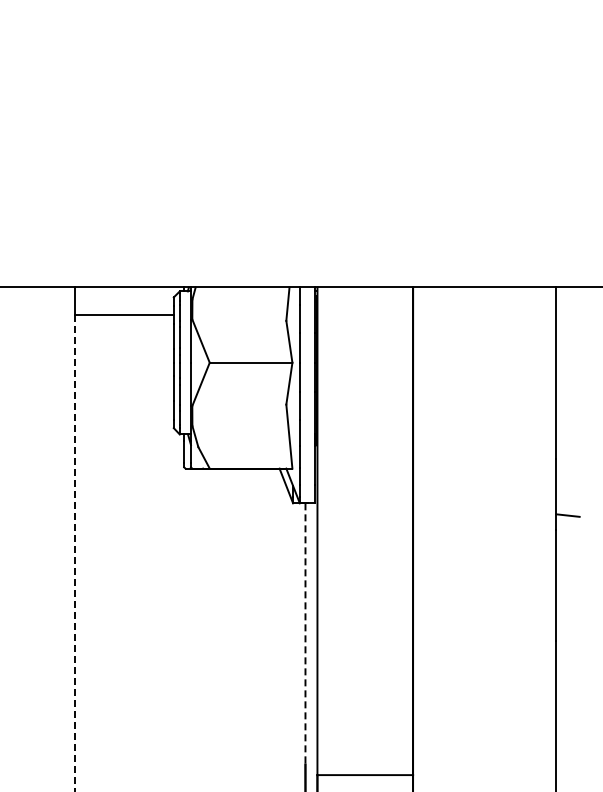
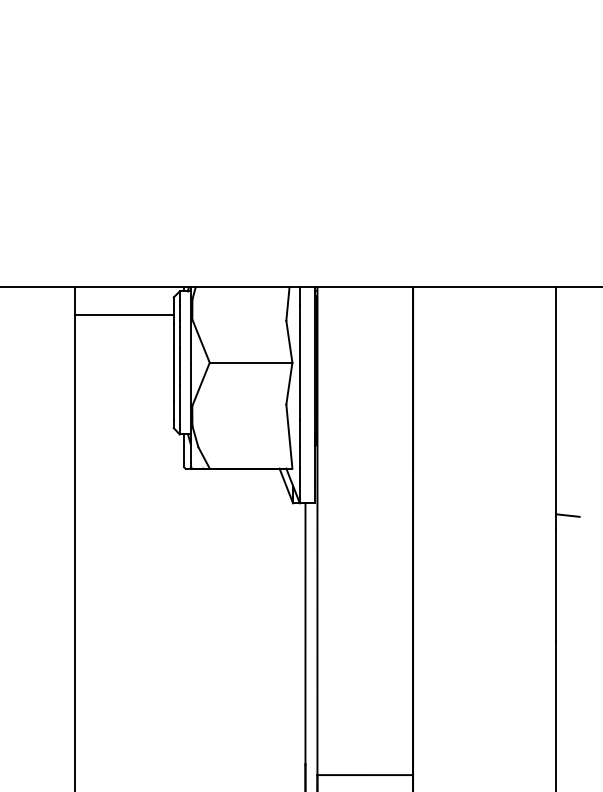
line at (75, 553): dashed -> solid
line at (305, 633): dashed -> solid
